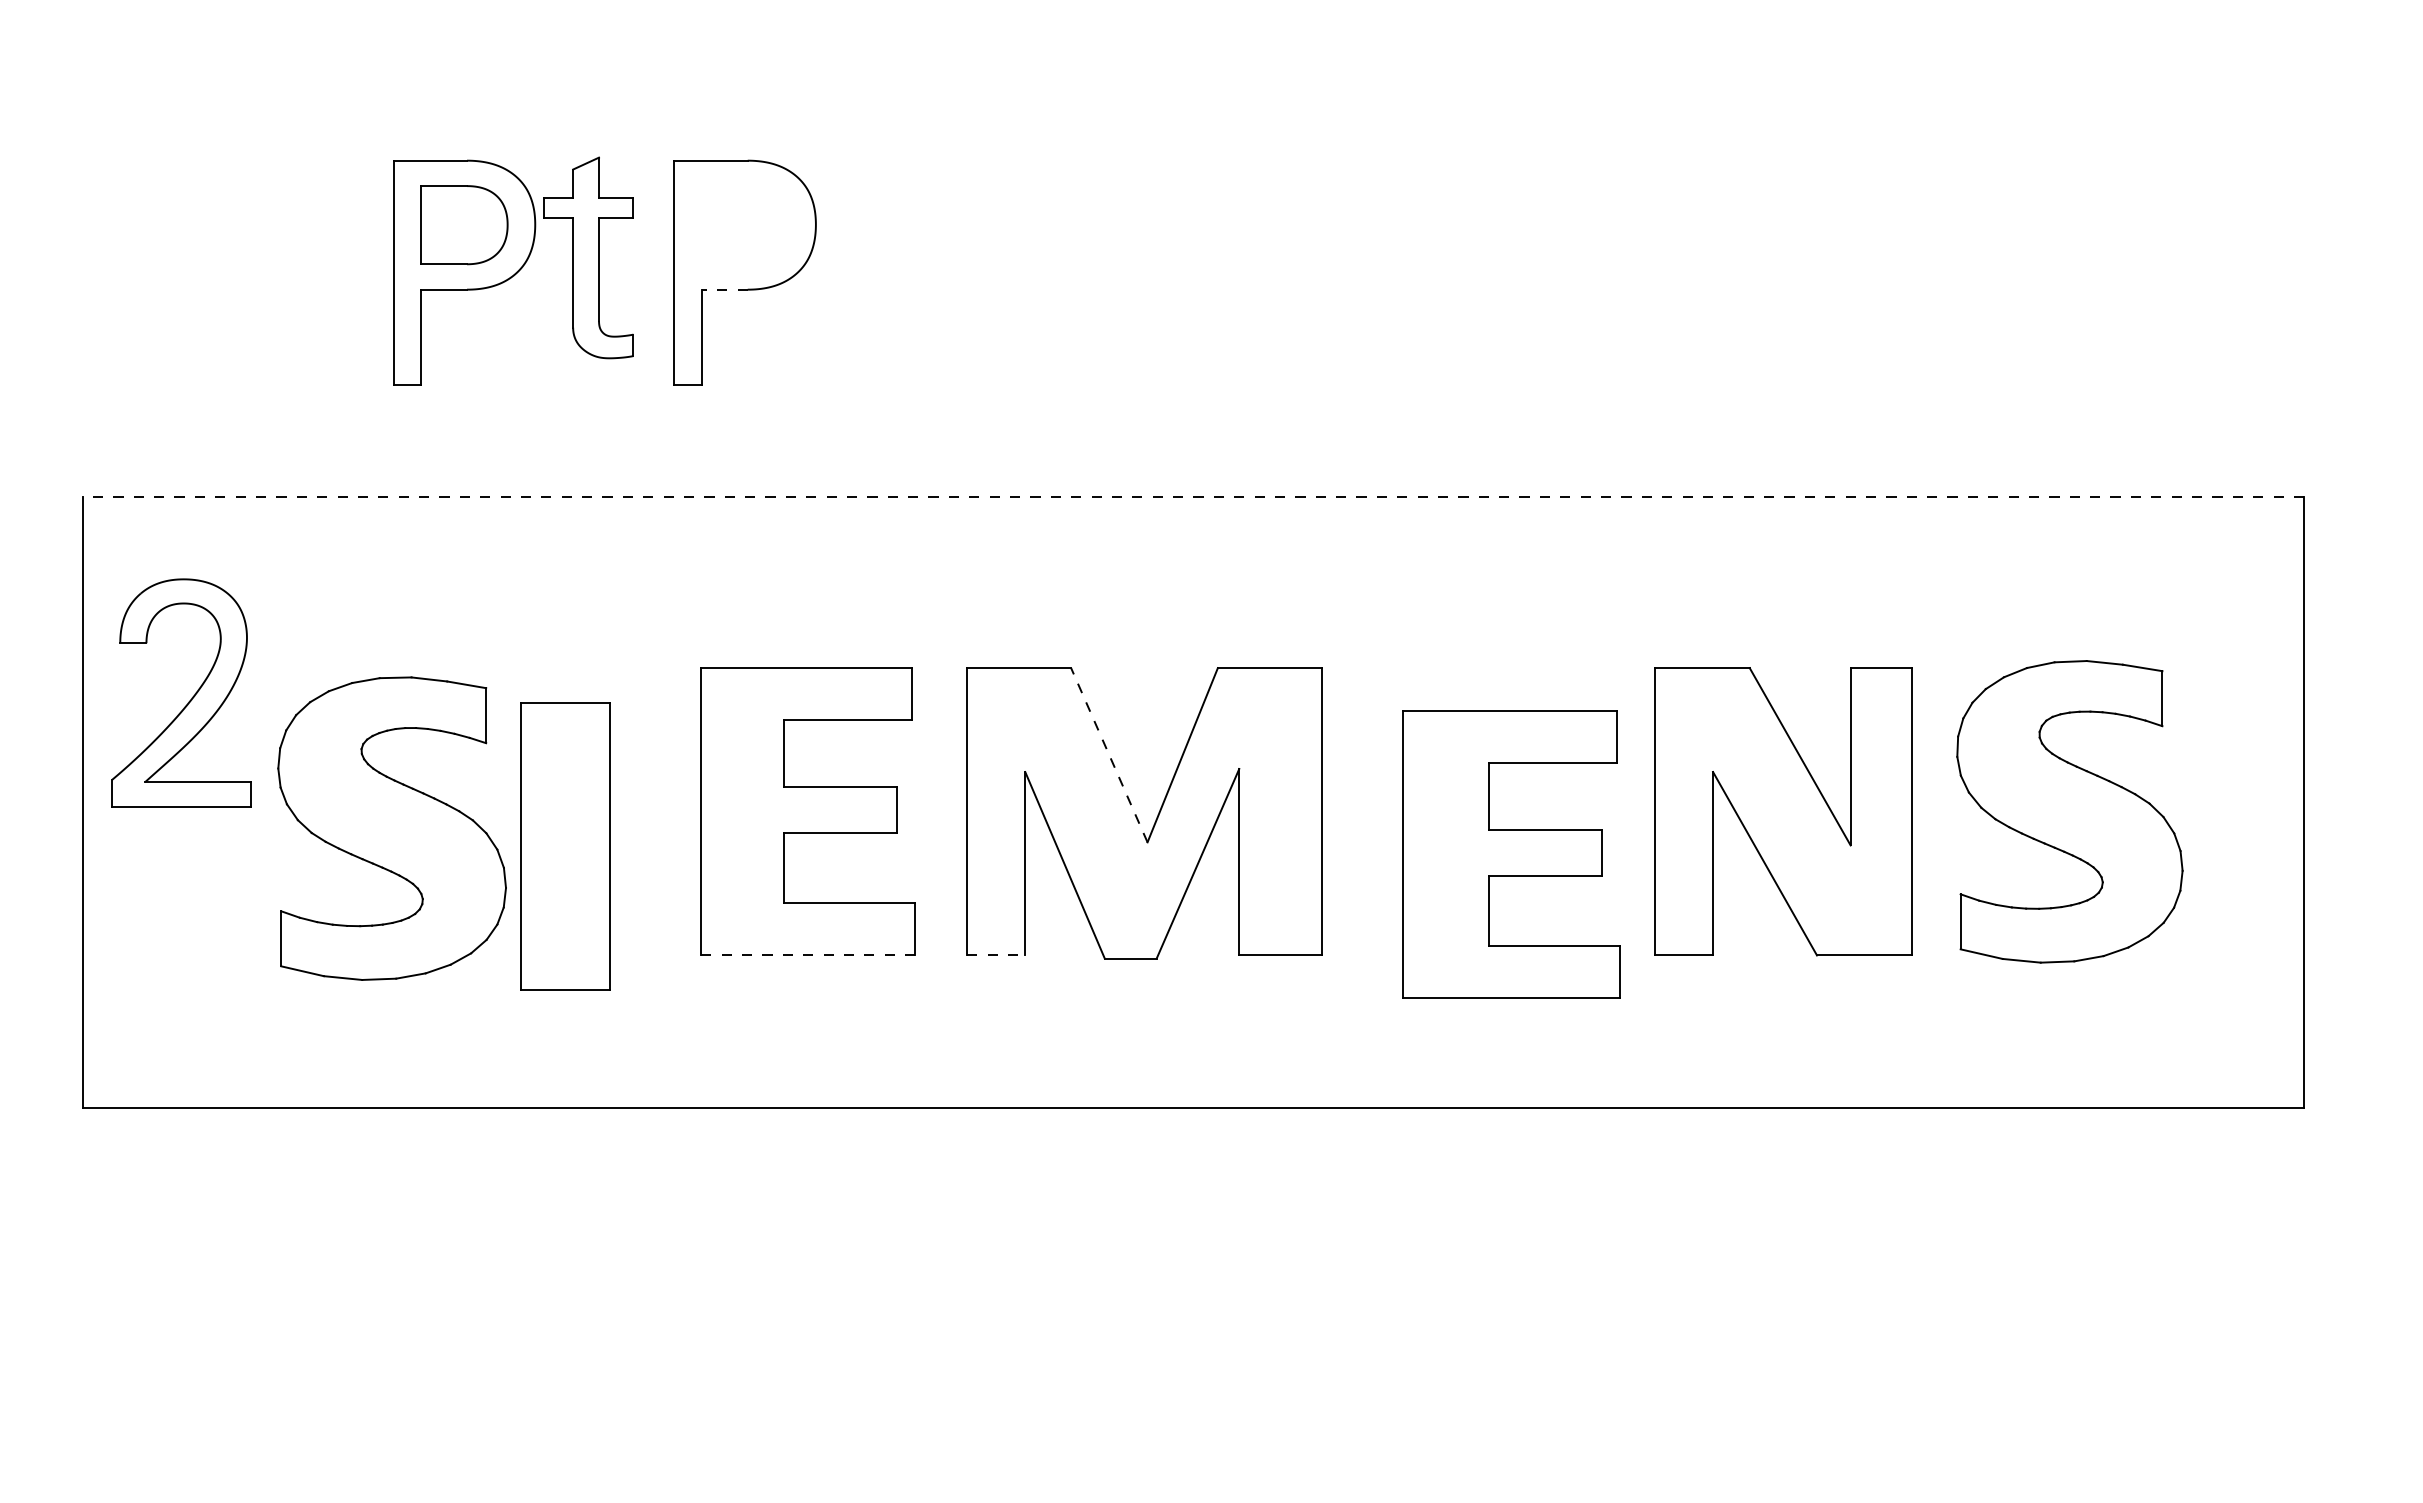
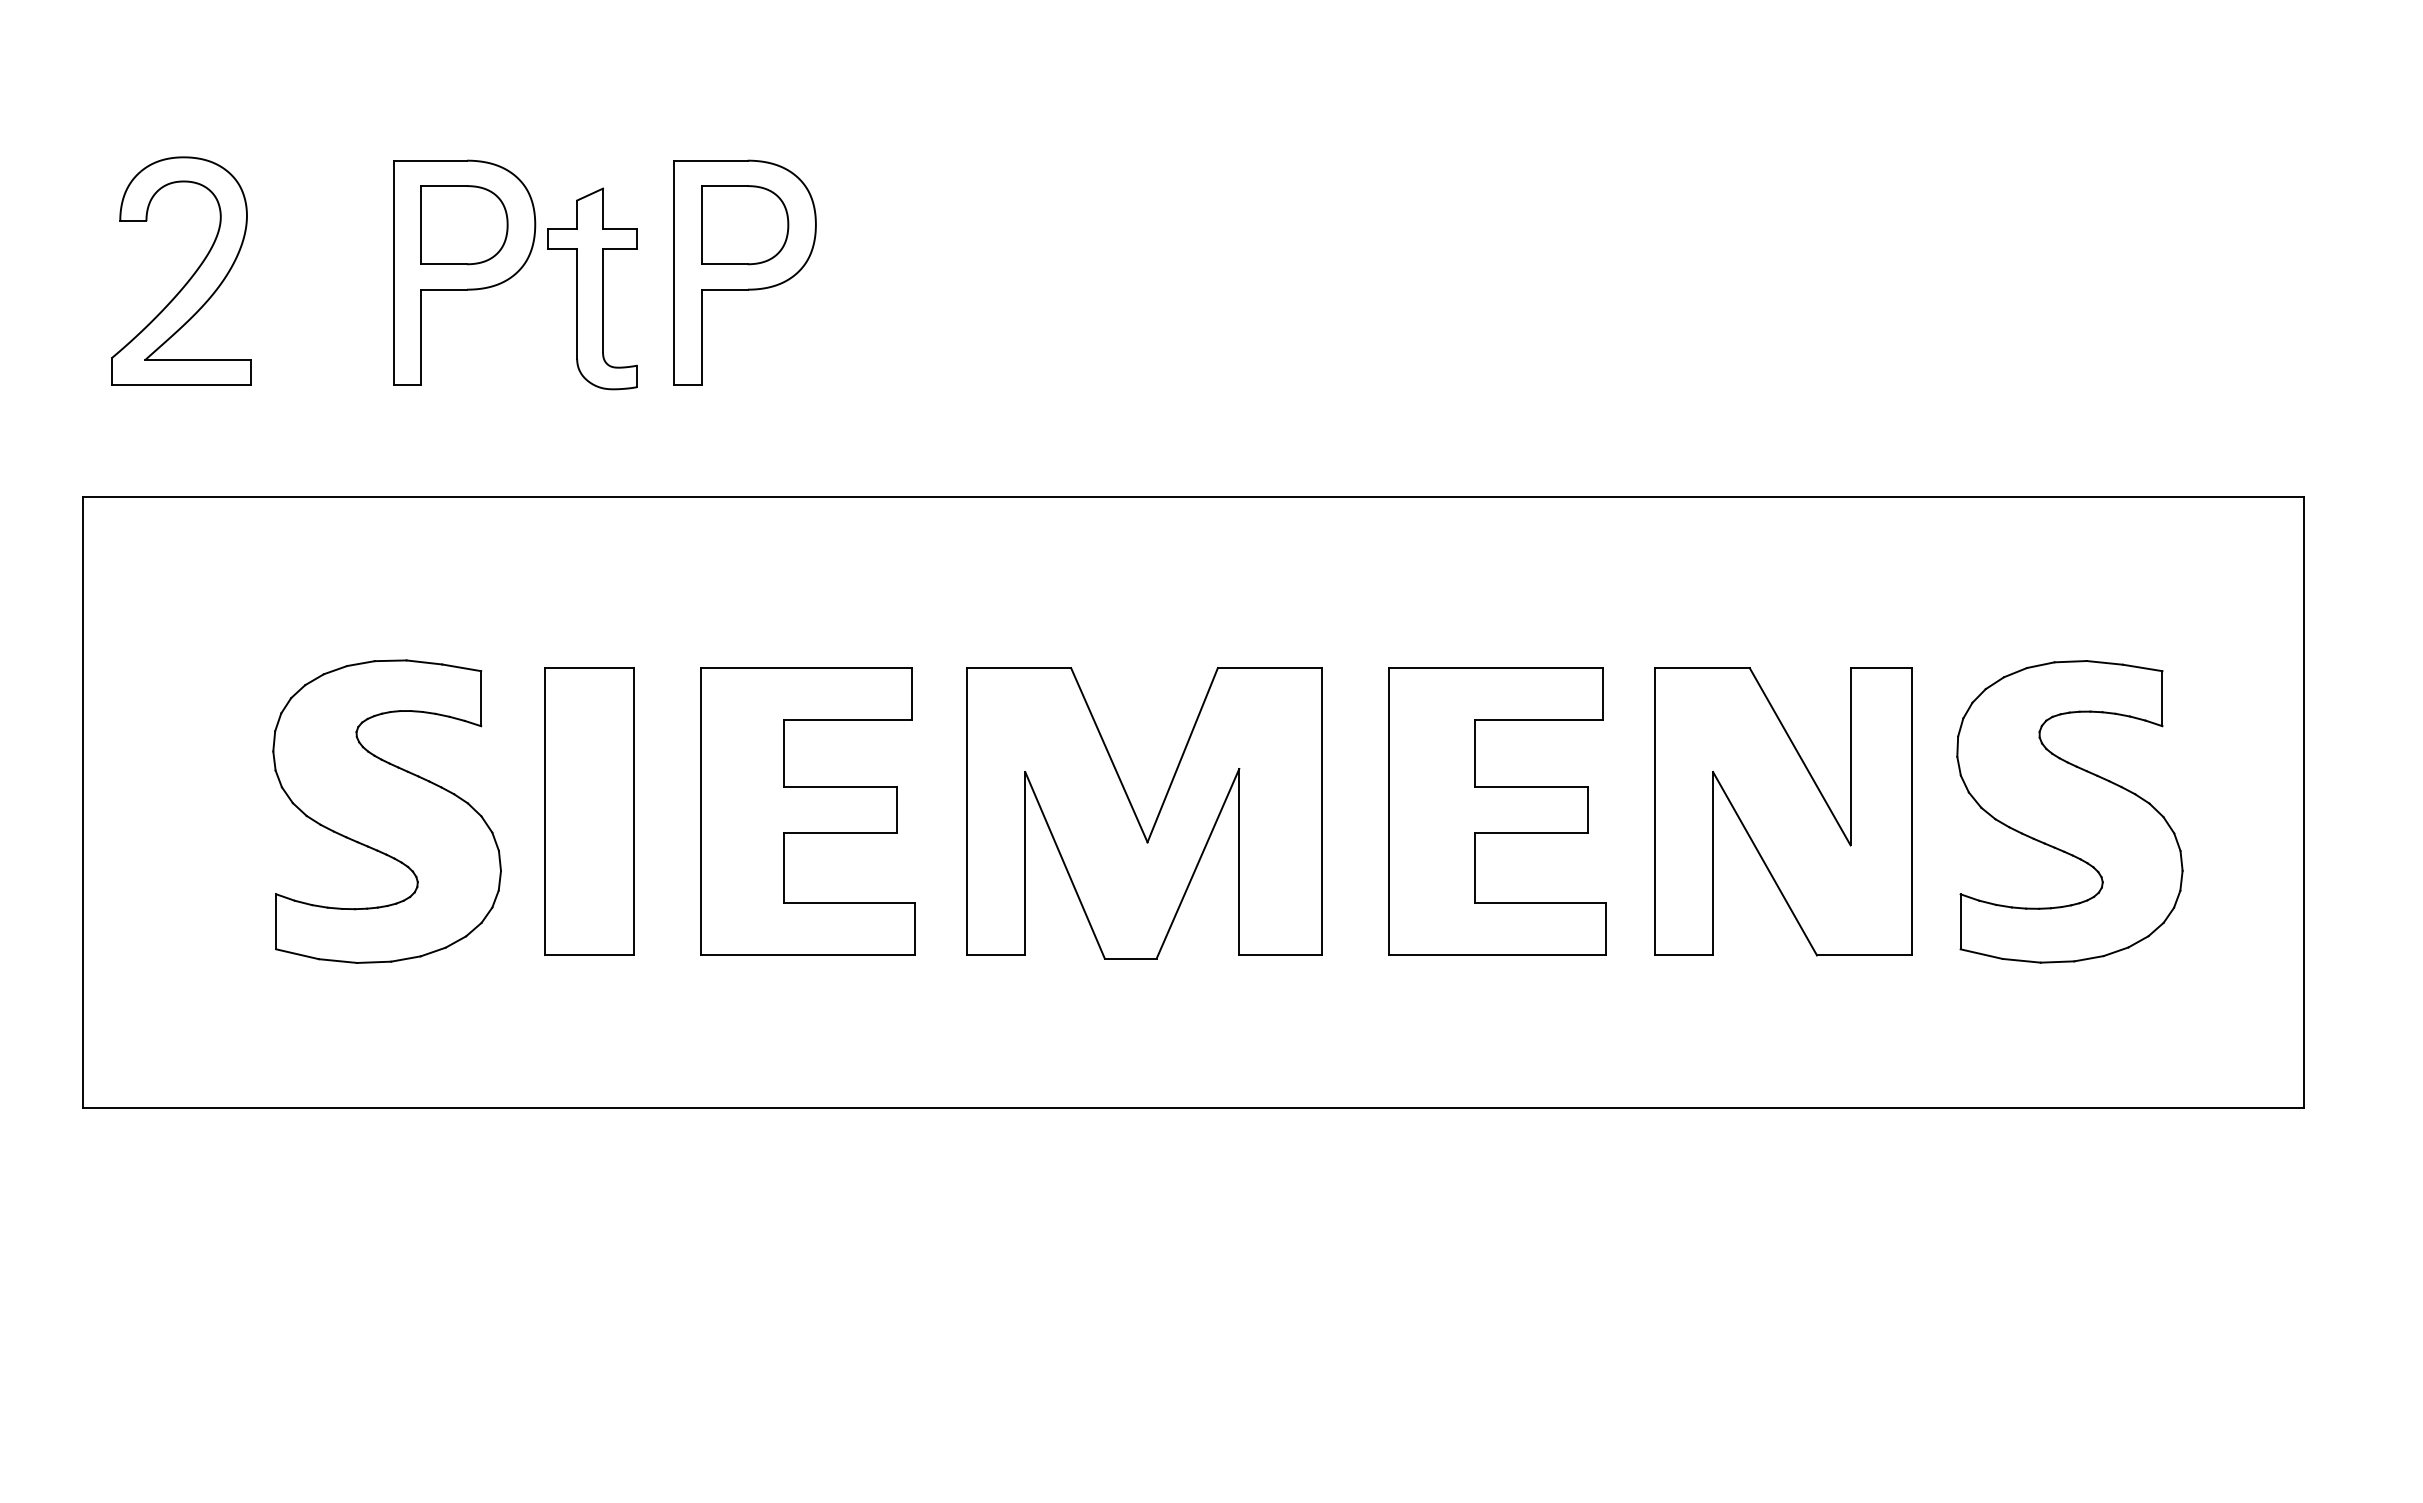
part at (745, 225): none -> present
part at (588, 257) position: (588, 257) -> (592, 288)
line at (724, 289): dashed -> solid
line at (1193, 496): dashed -> solid
part at (189, 700) position: (189, 700) -> (189, 278)
line at (1109, 754): dashed -> solid
part at (391, 828) position: (391, 828) -> (386, 811)
part at (565, 846) position: (565, 846) -> (589, 811)
part at (1511, 854) position: (1511, 854) -> (1497, 811)
line at (808, 955): dashed -> solid
line at (996, 955): dashed -> solid
